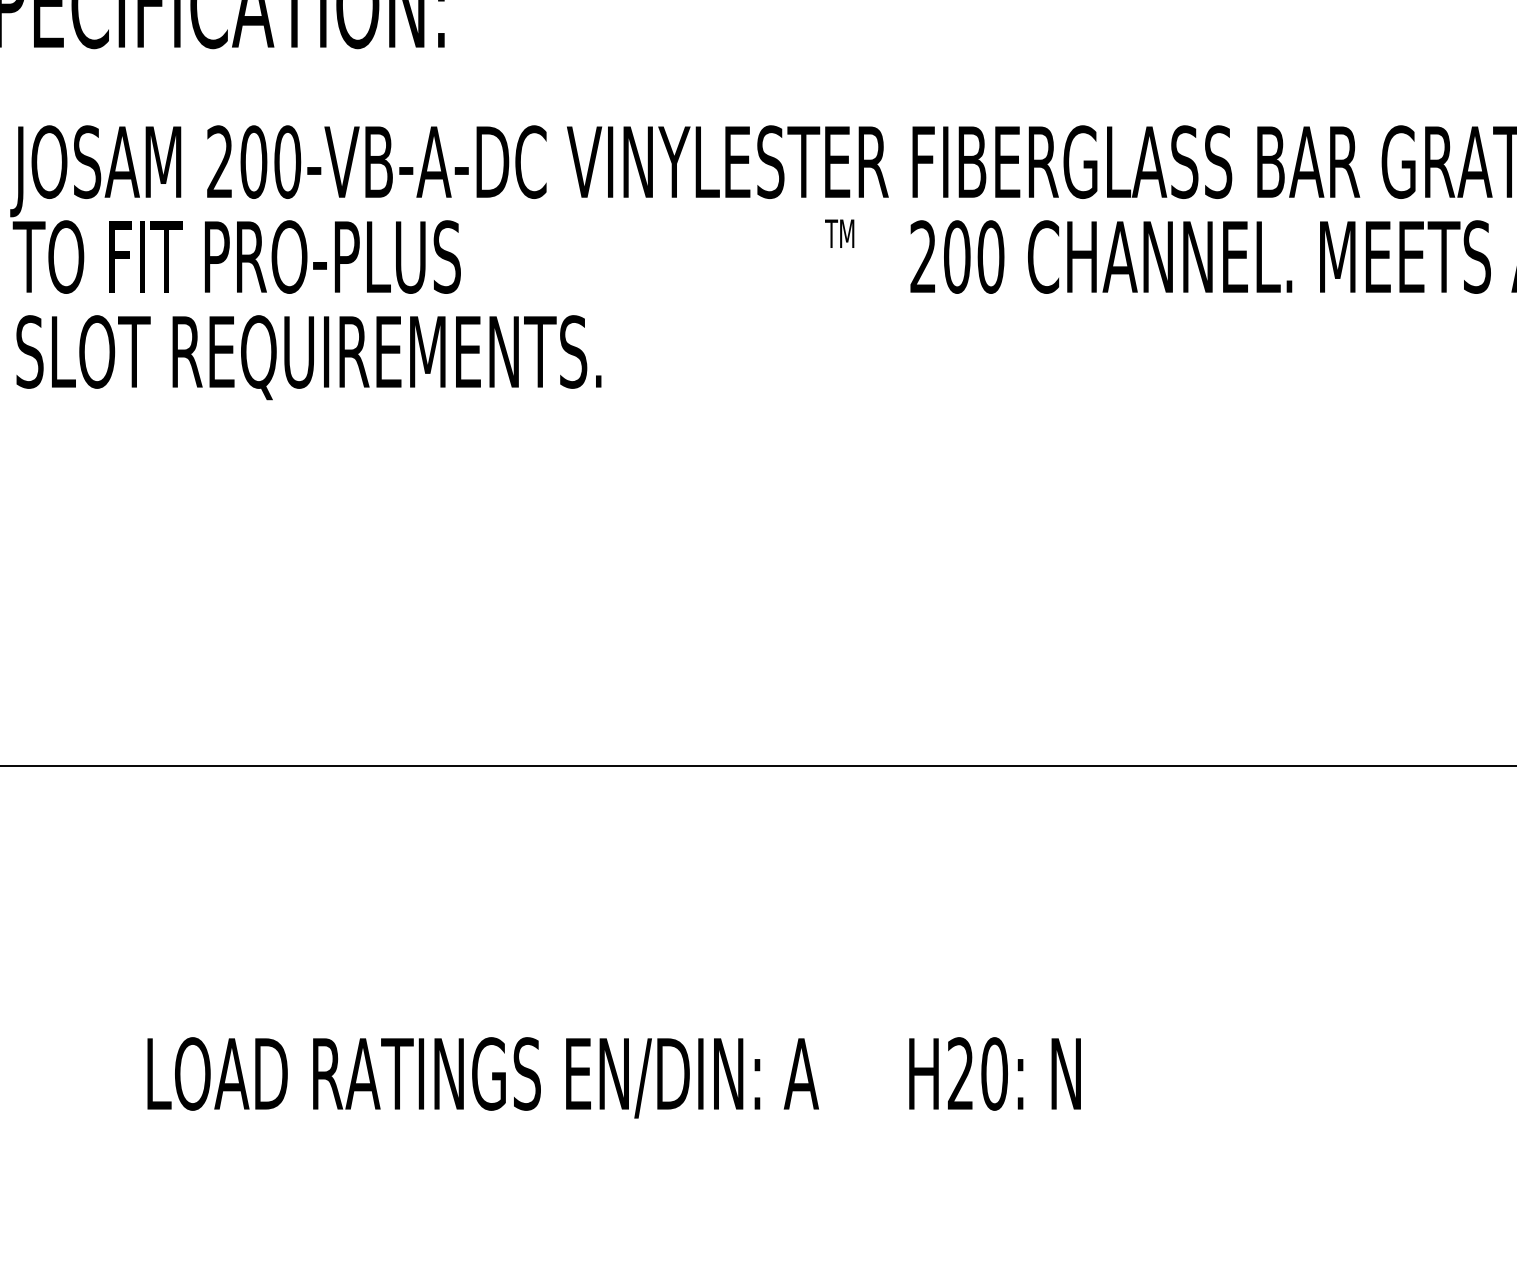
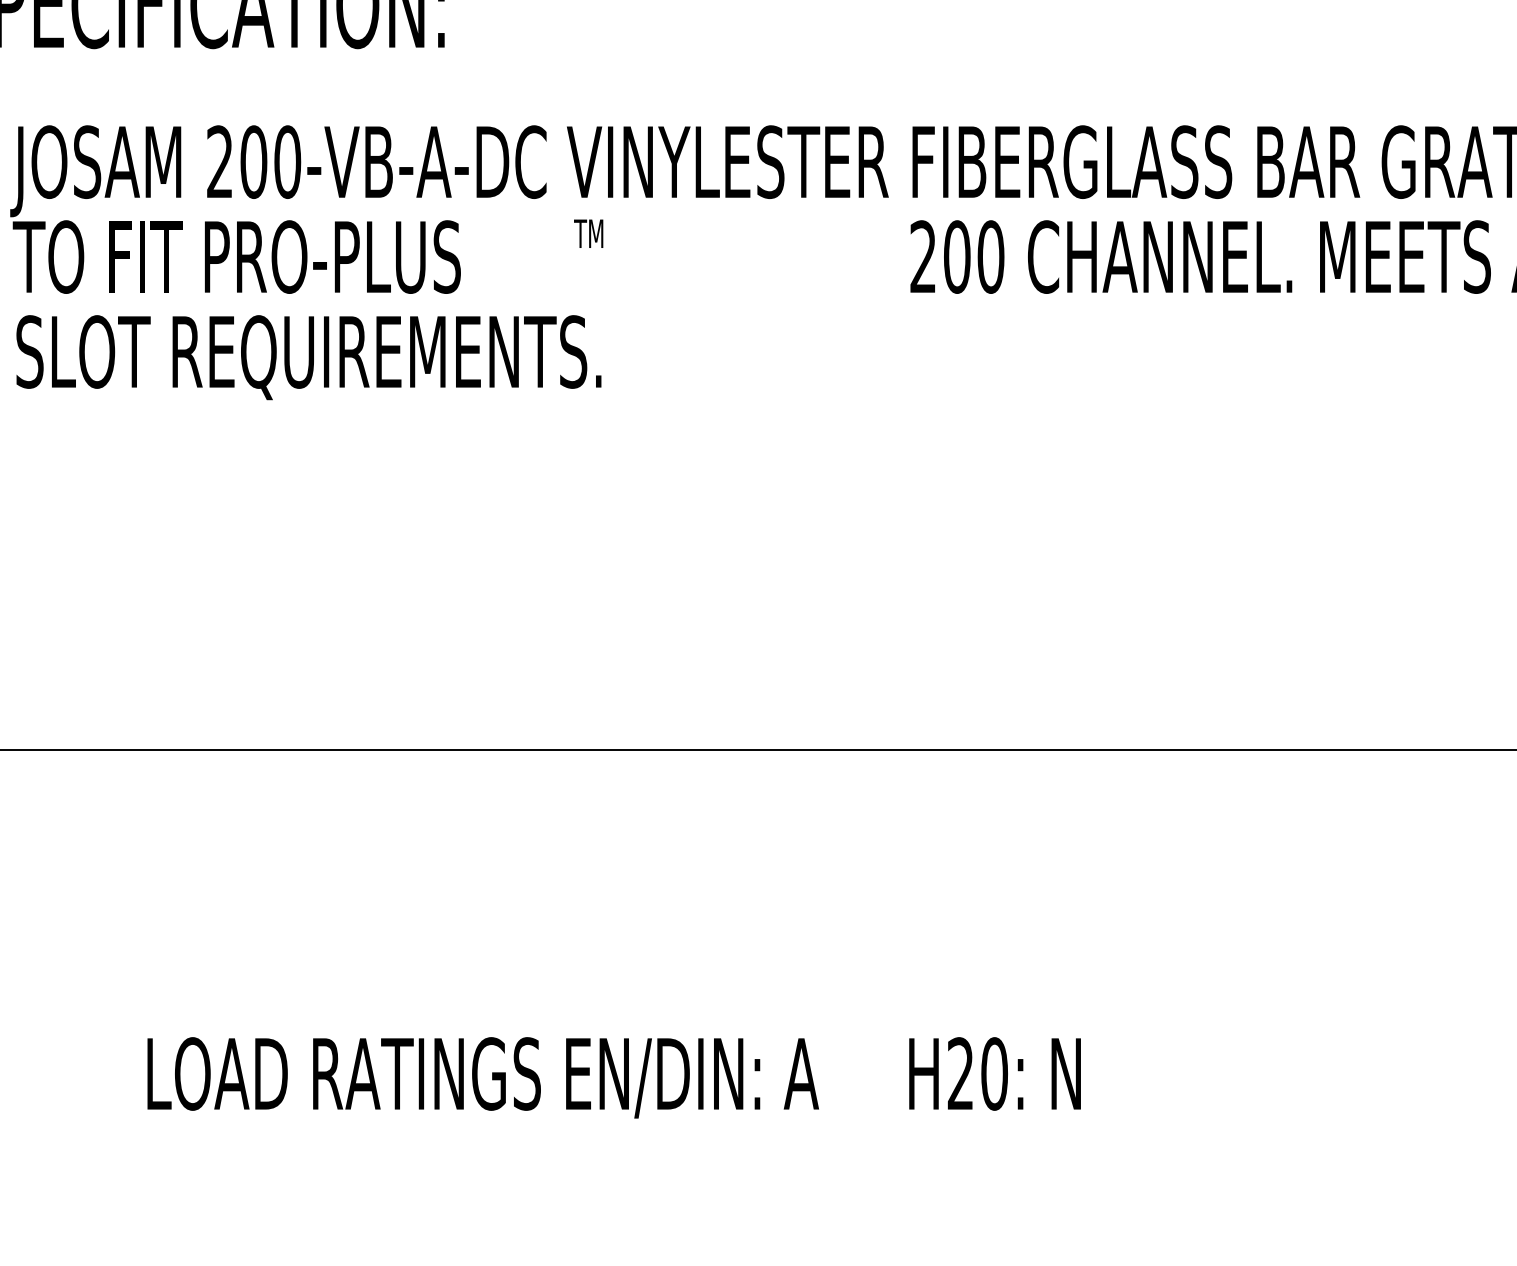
text at (839, 233) position: (839, 233) -> (588, 233)
line at (757, 766) position: (757, 766) -> (757, 750)
